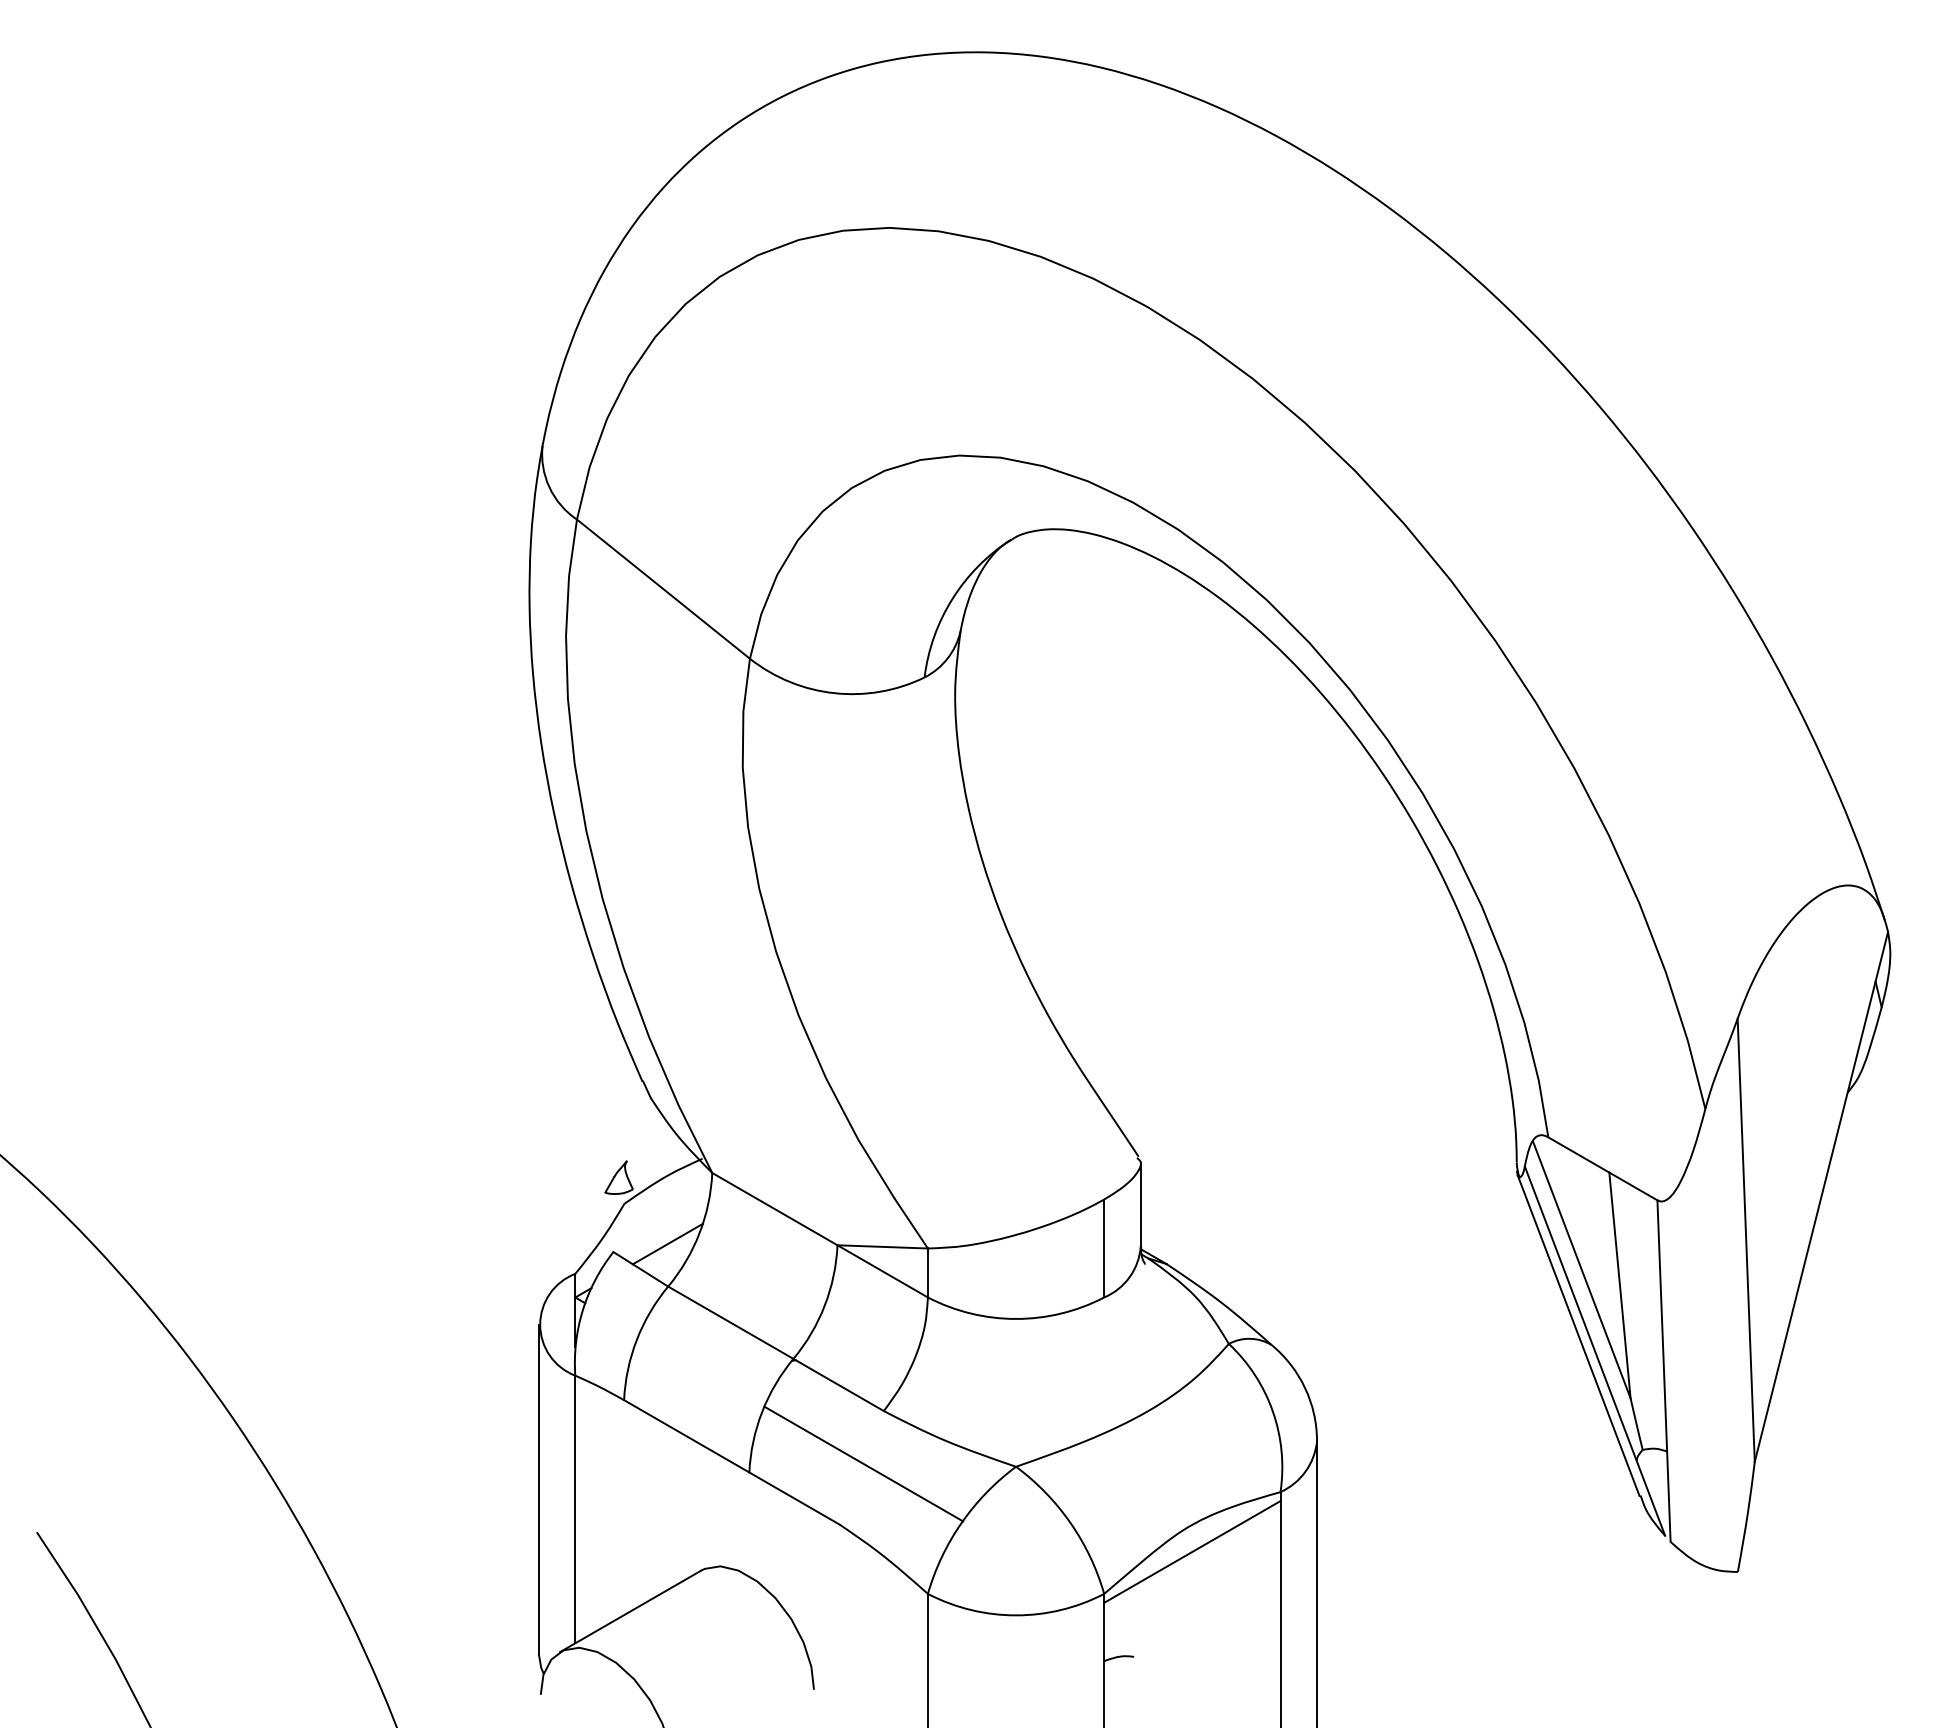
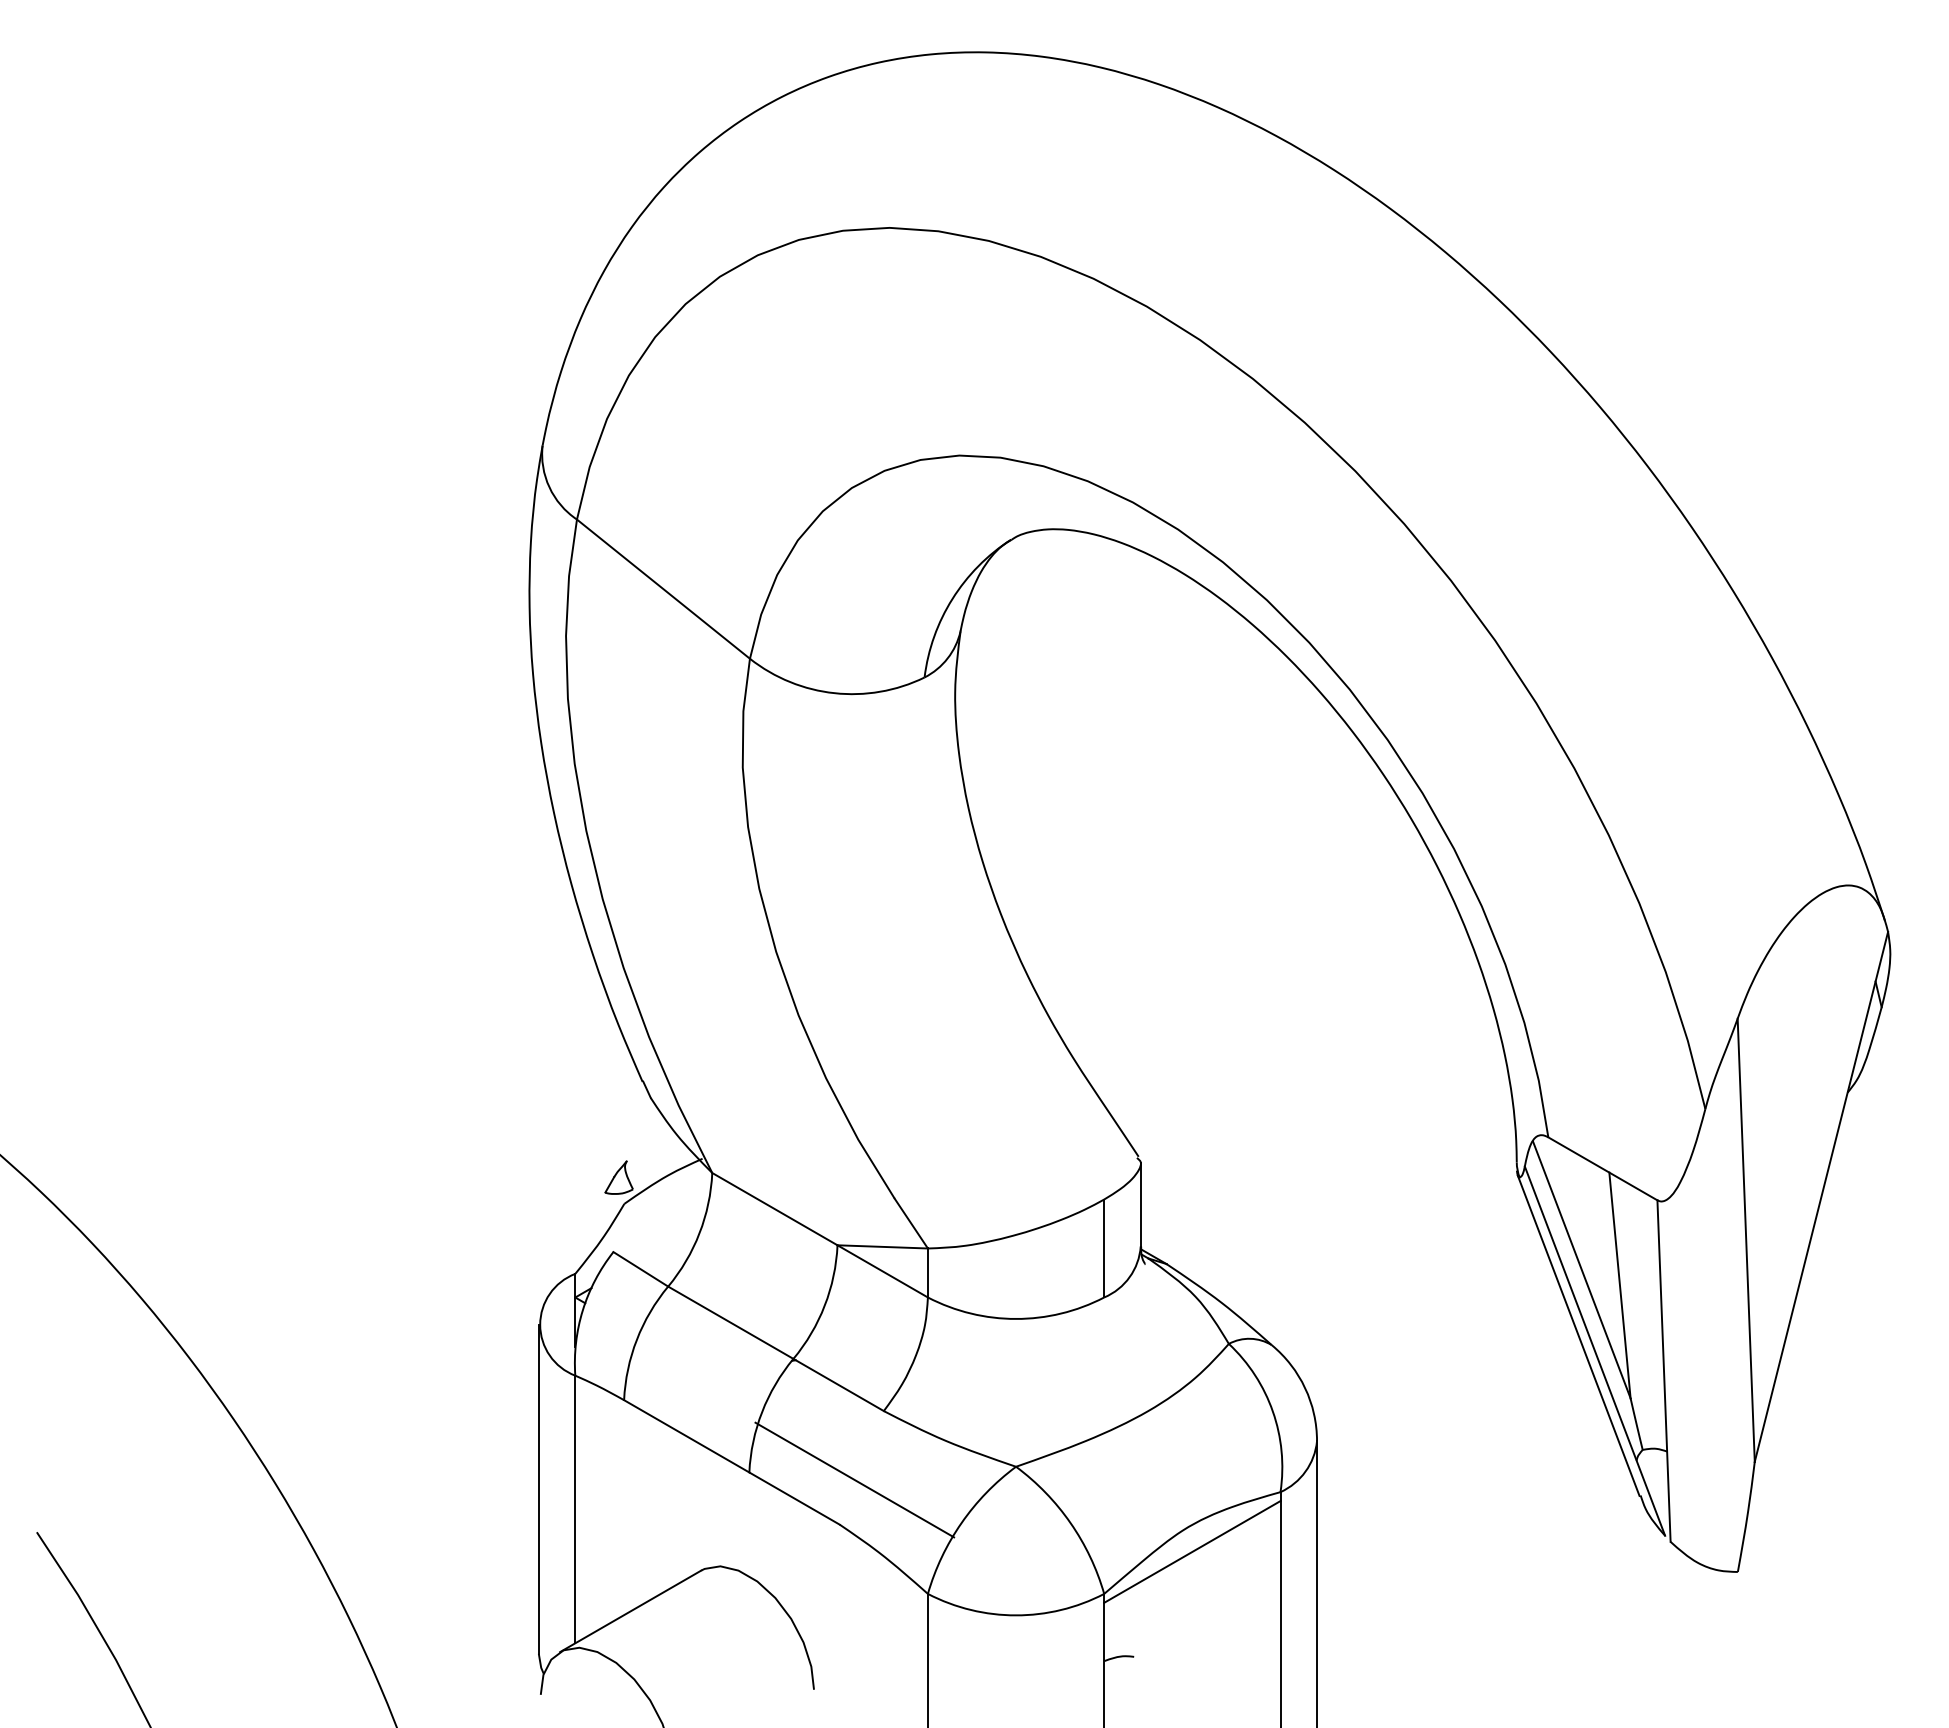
line at (667, 1243): present -> none
line at (863, 1463) position: (863, 1463) -> (854, 1479)
